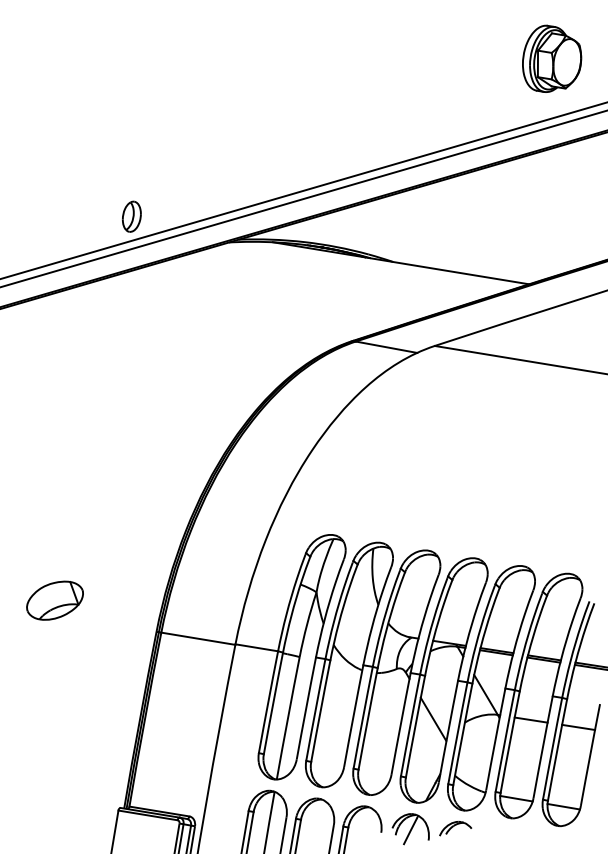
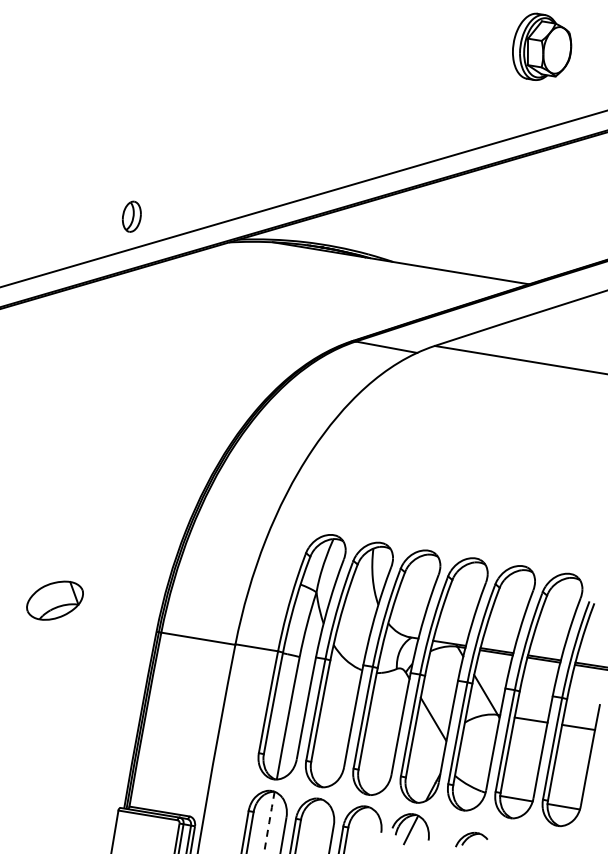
part at (552, 58) position: (552, 58) -> (542, 46)
line at (303, 190): present -> none
arc at (269, 823): solid -> dashed
part at (455, 828) position: (455, 828) -> (471, 839)
